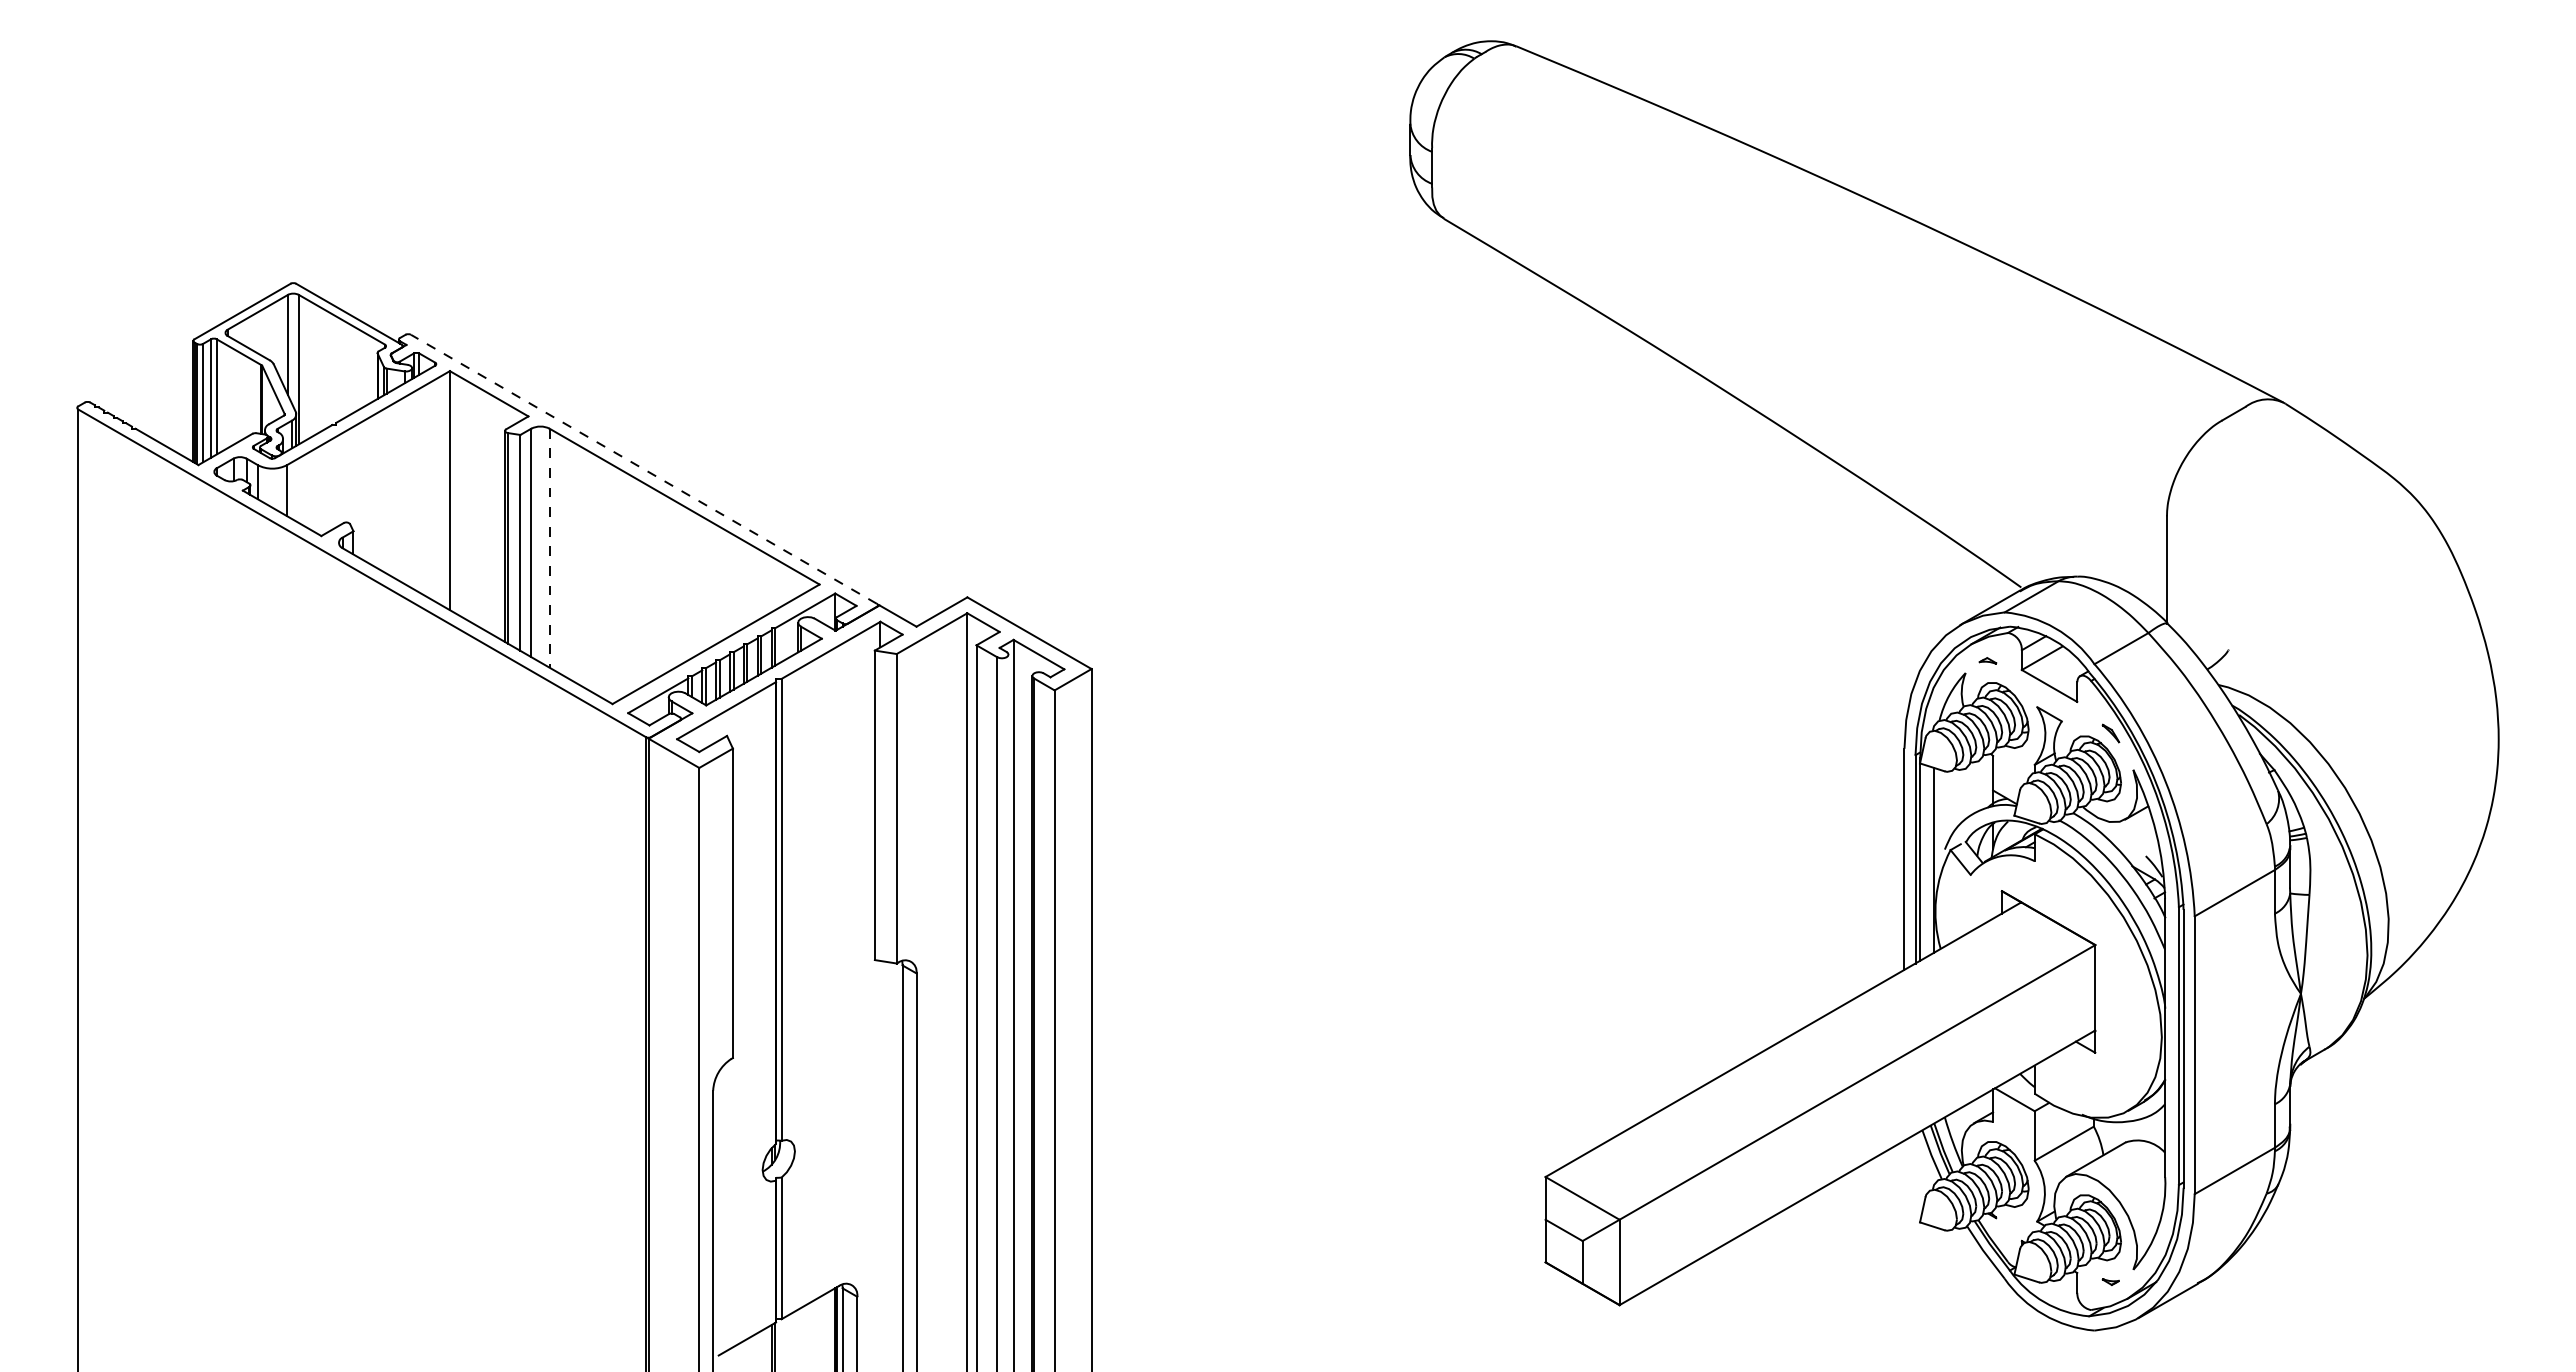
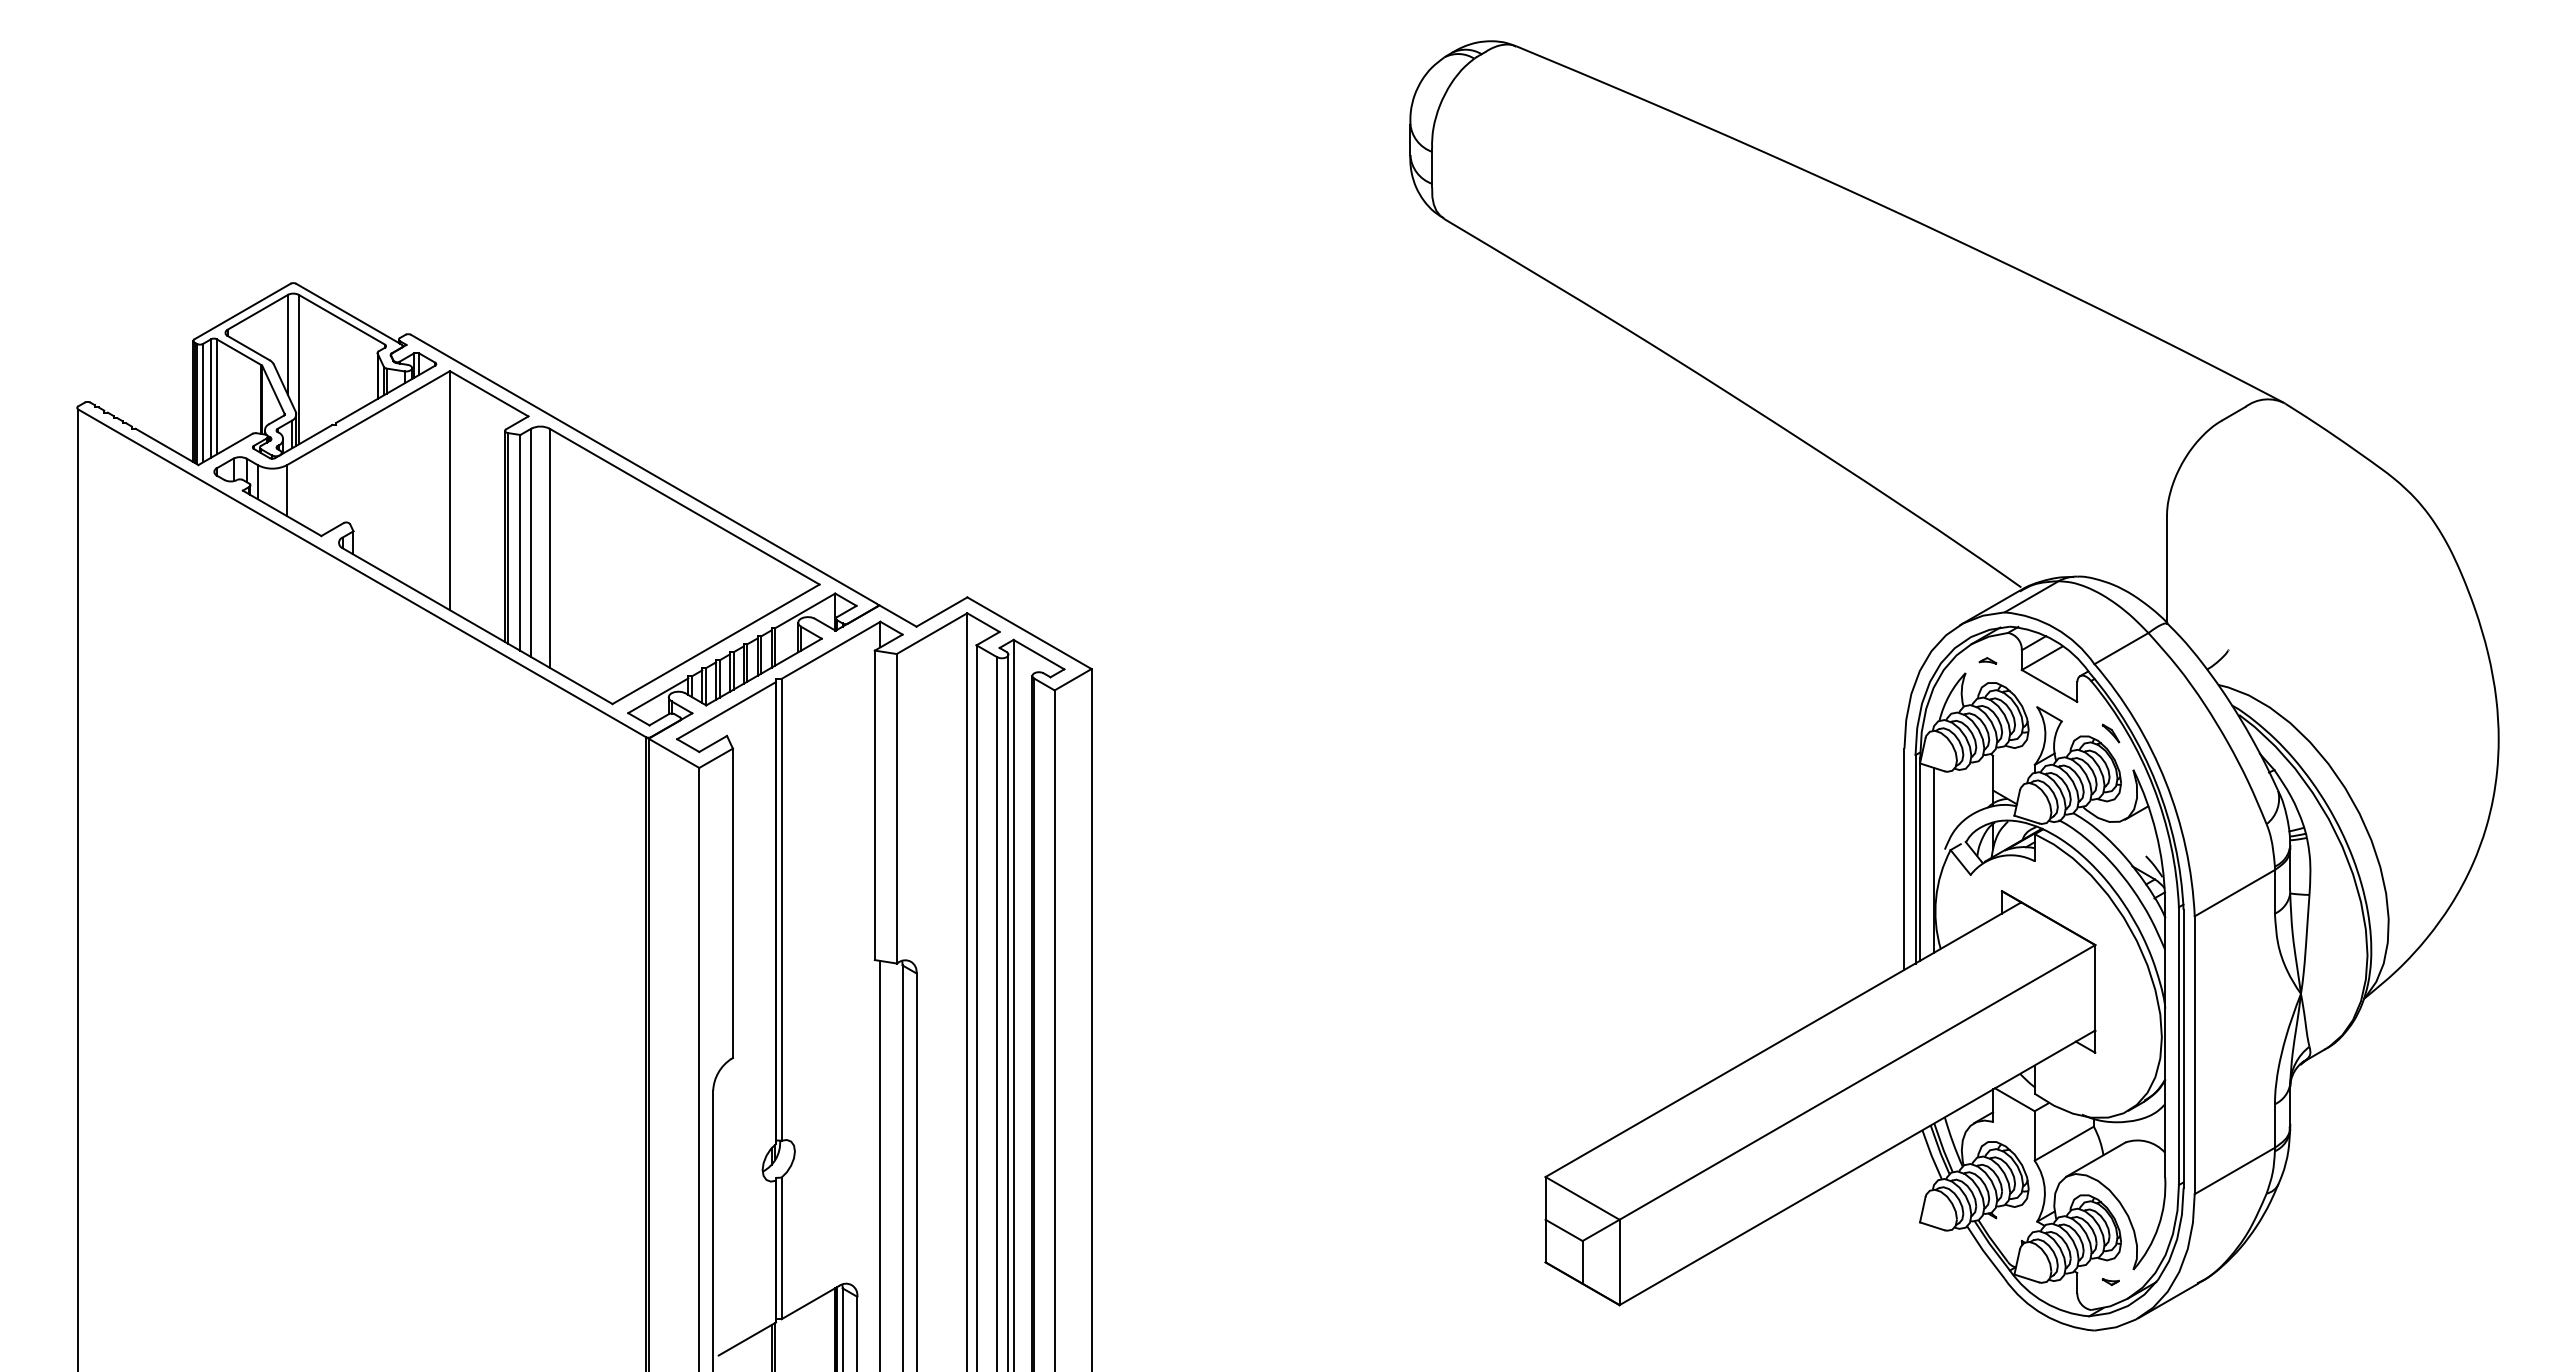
line at (643, 469): dashed -> solid
line at (549, 548): dashed -> solid
line at (1008, 1011): none -> present
line at (880, 1164): none -> present
